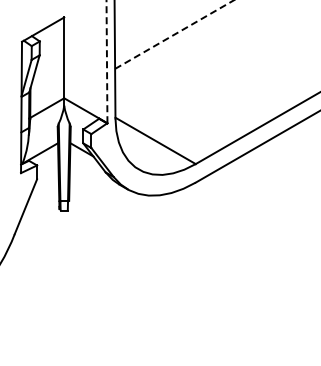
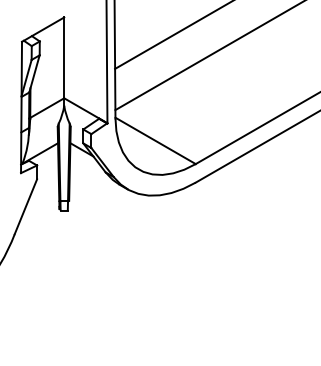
line at (174, 34): dashed -> solid
line at (208, 56): none -> present
line at (106, 61): dashed -> solid
